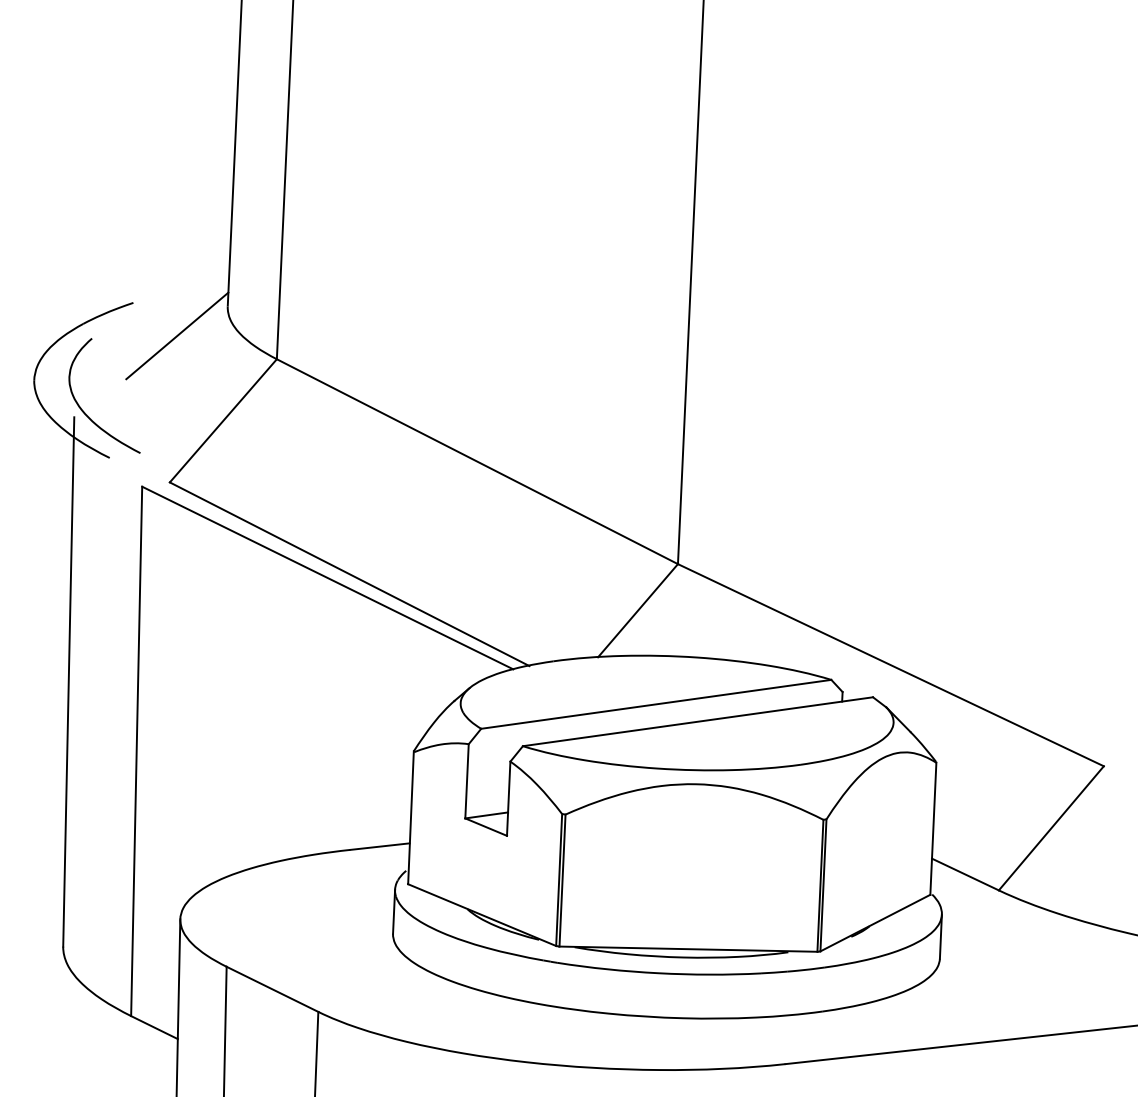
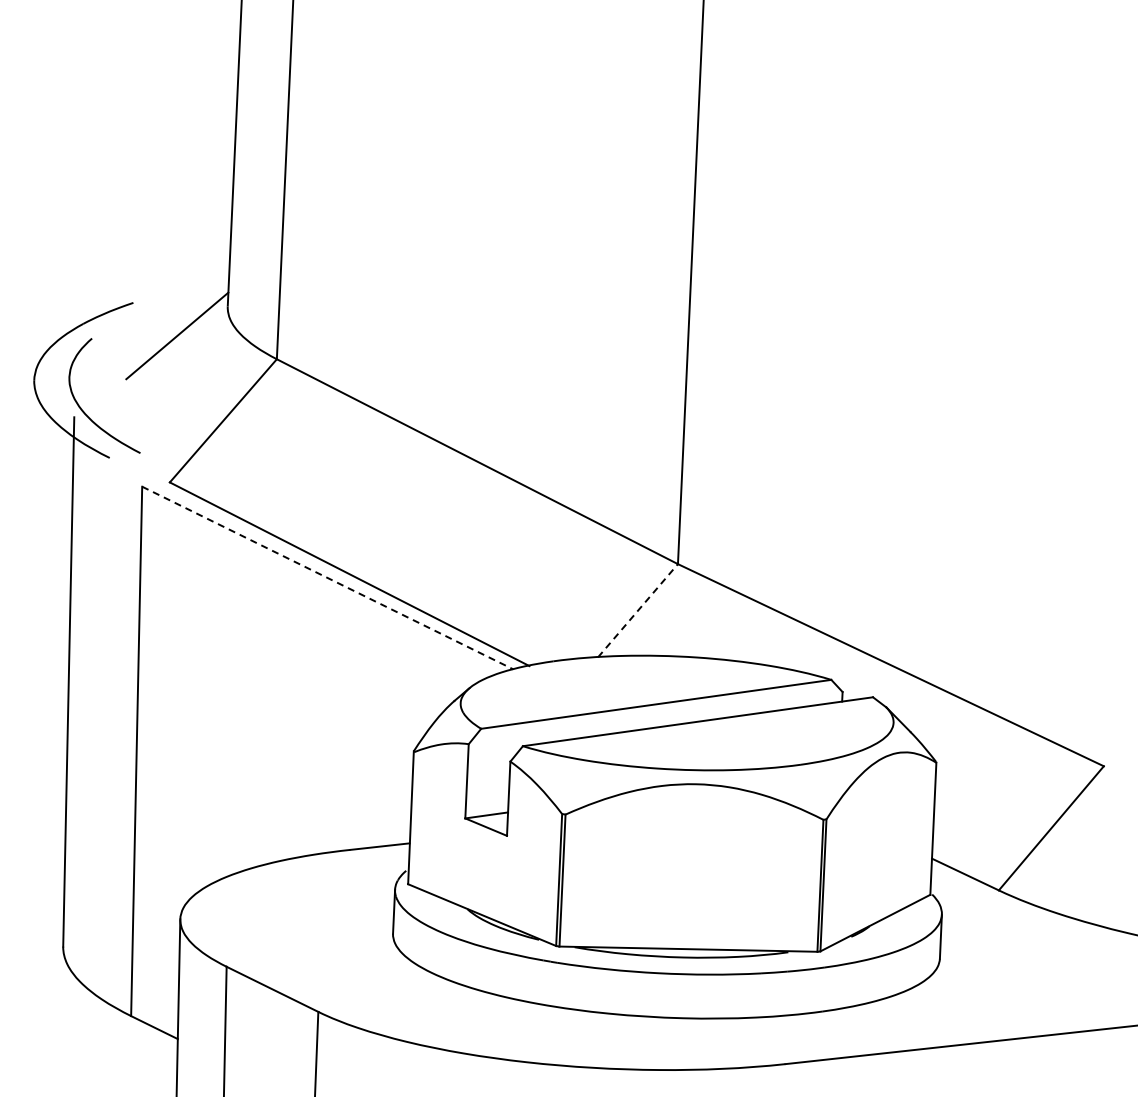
line at (327, 578): solid -> dashed
line at (638, 610): solid -> dashed
